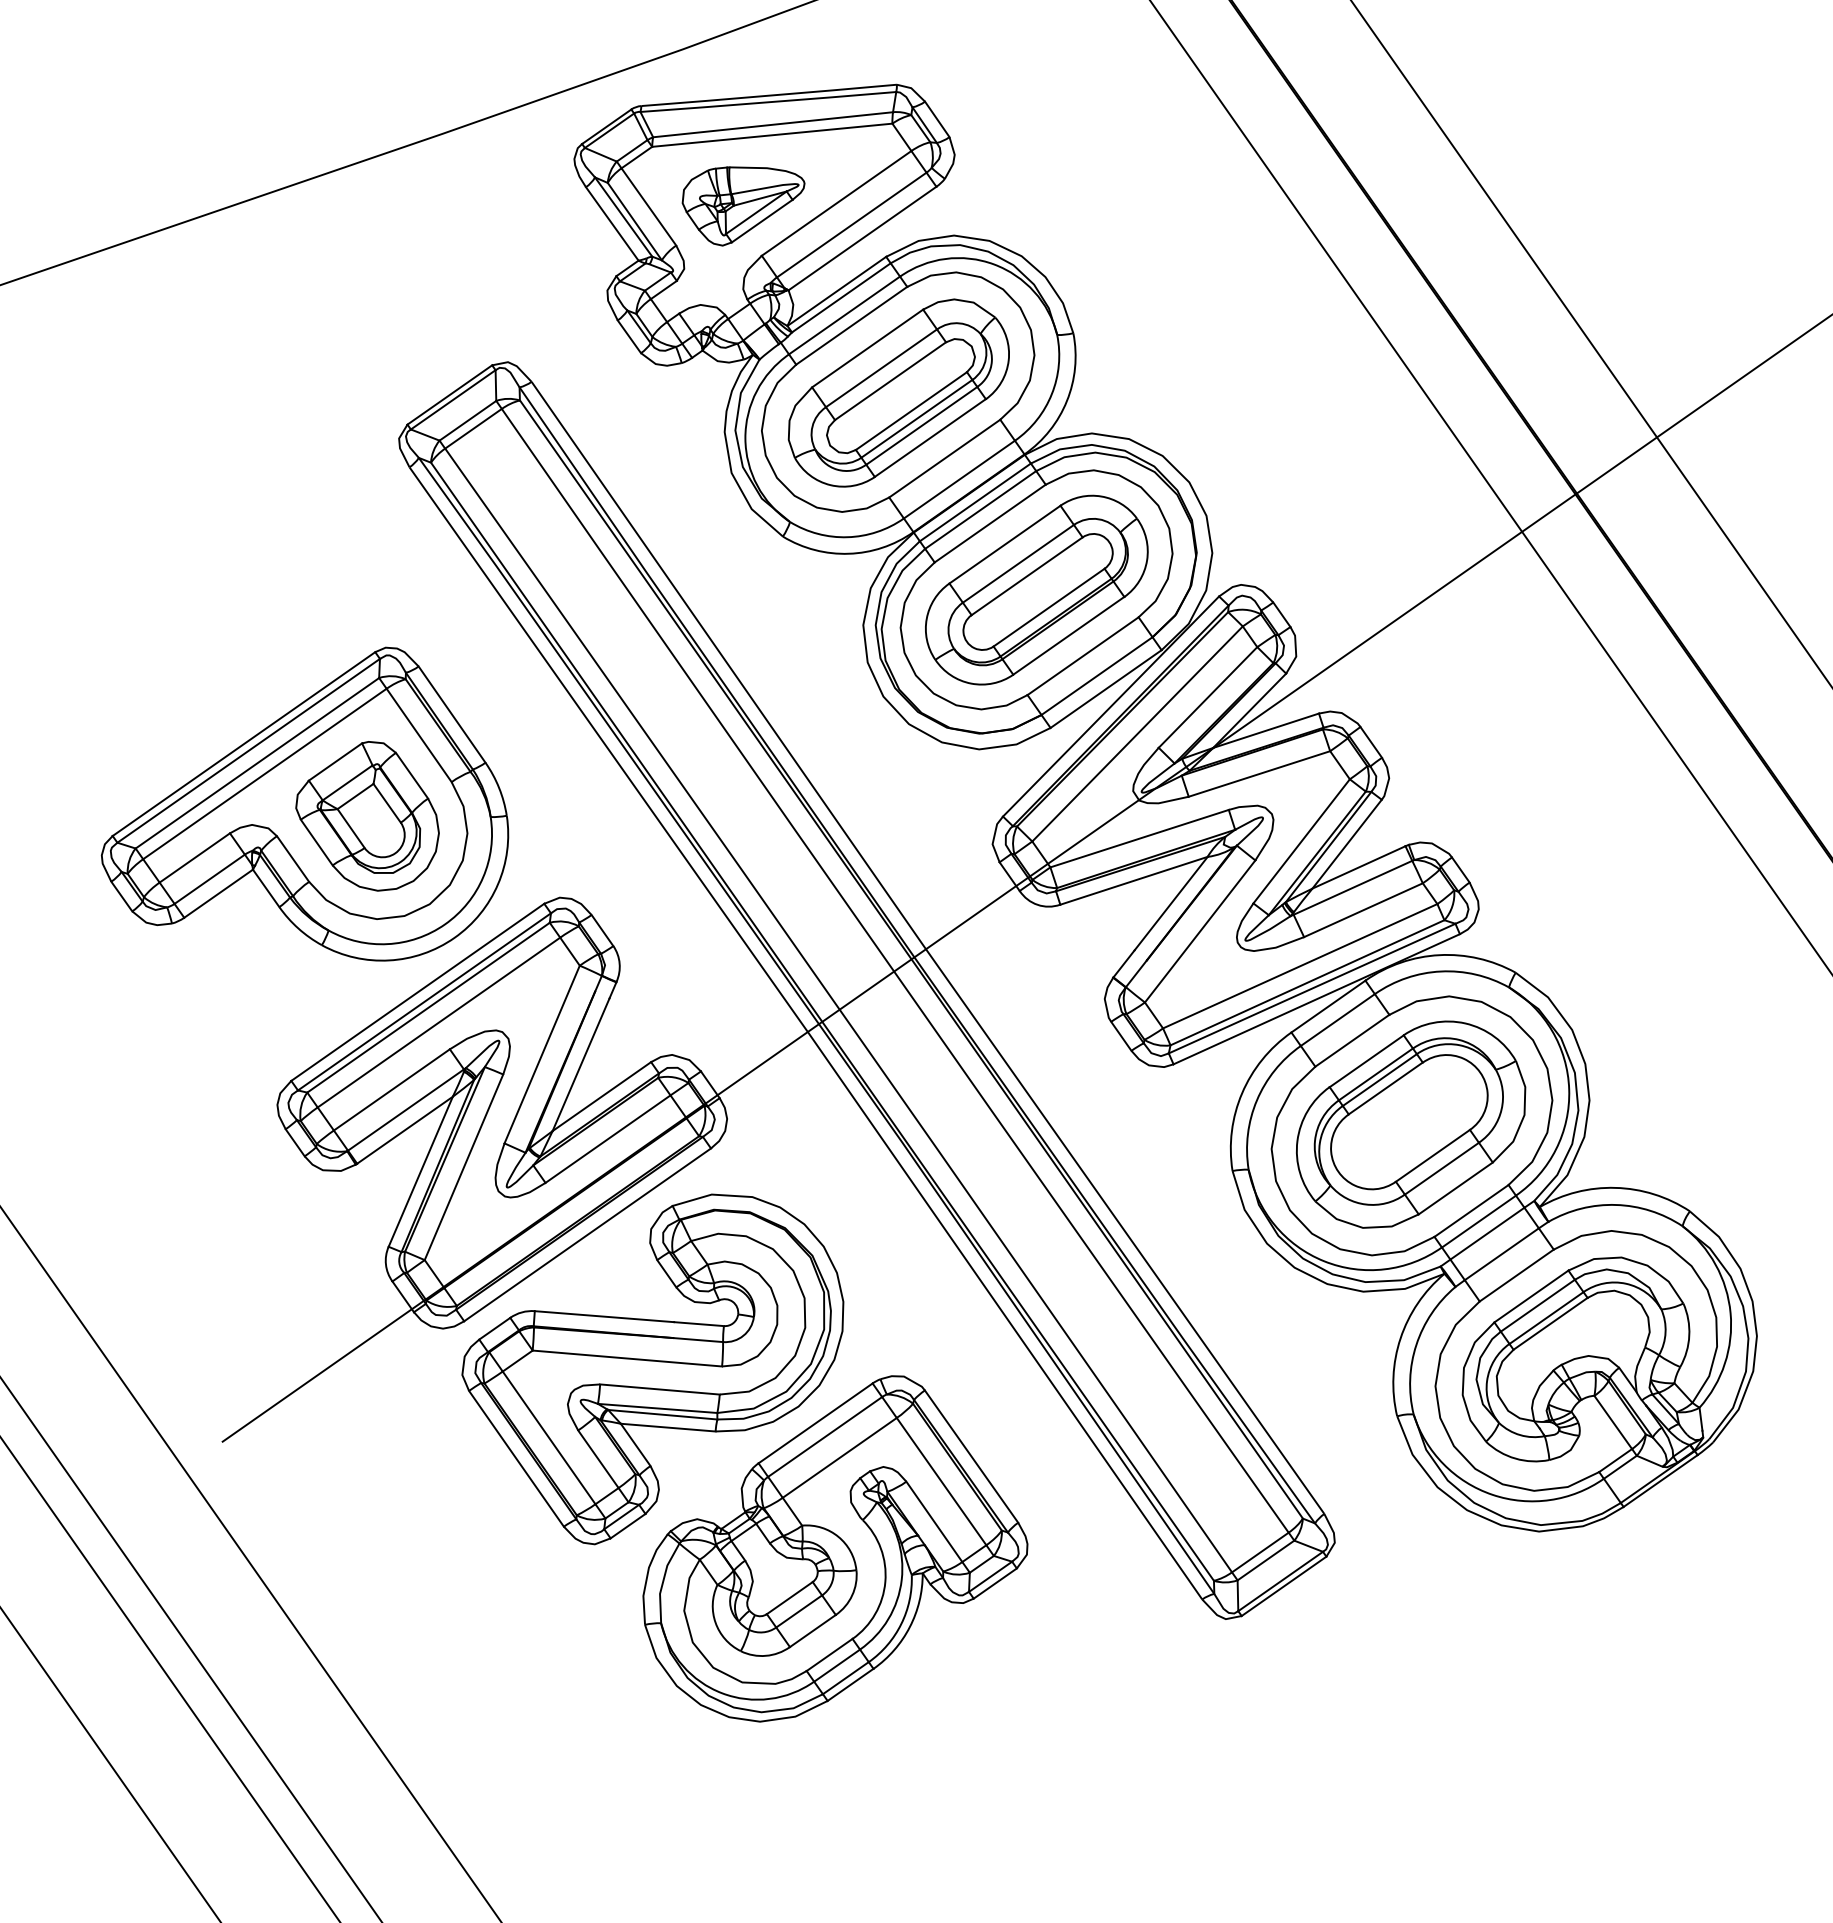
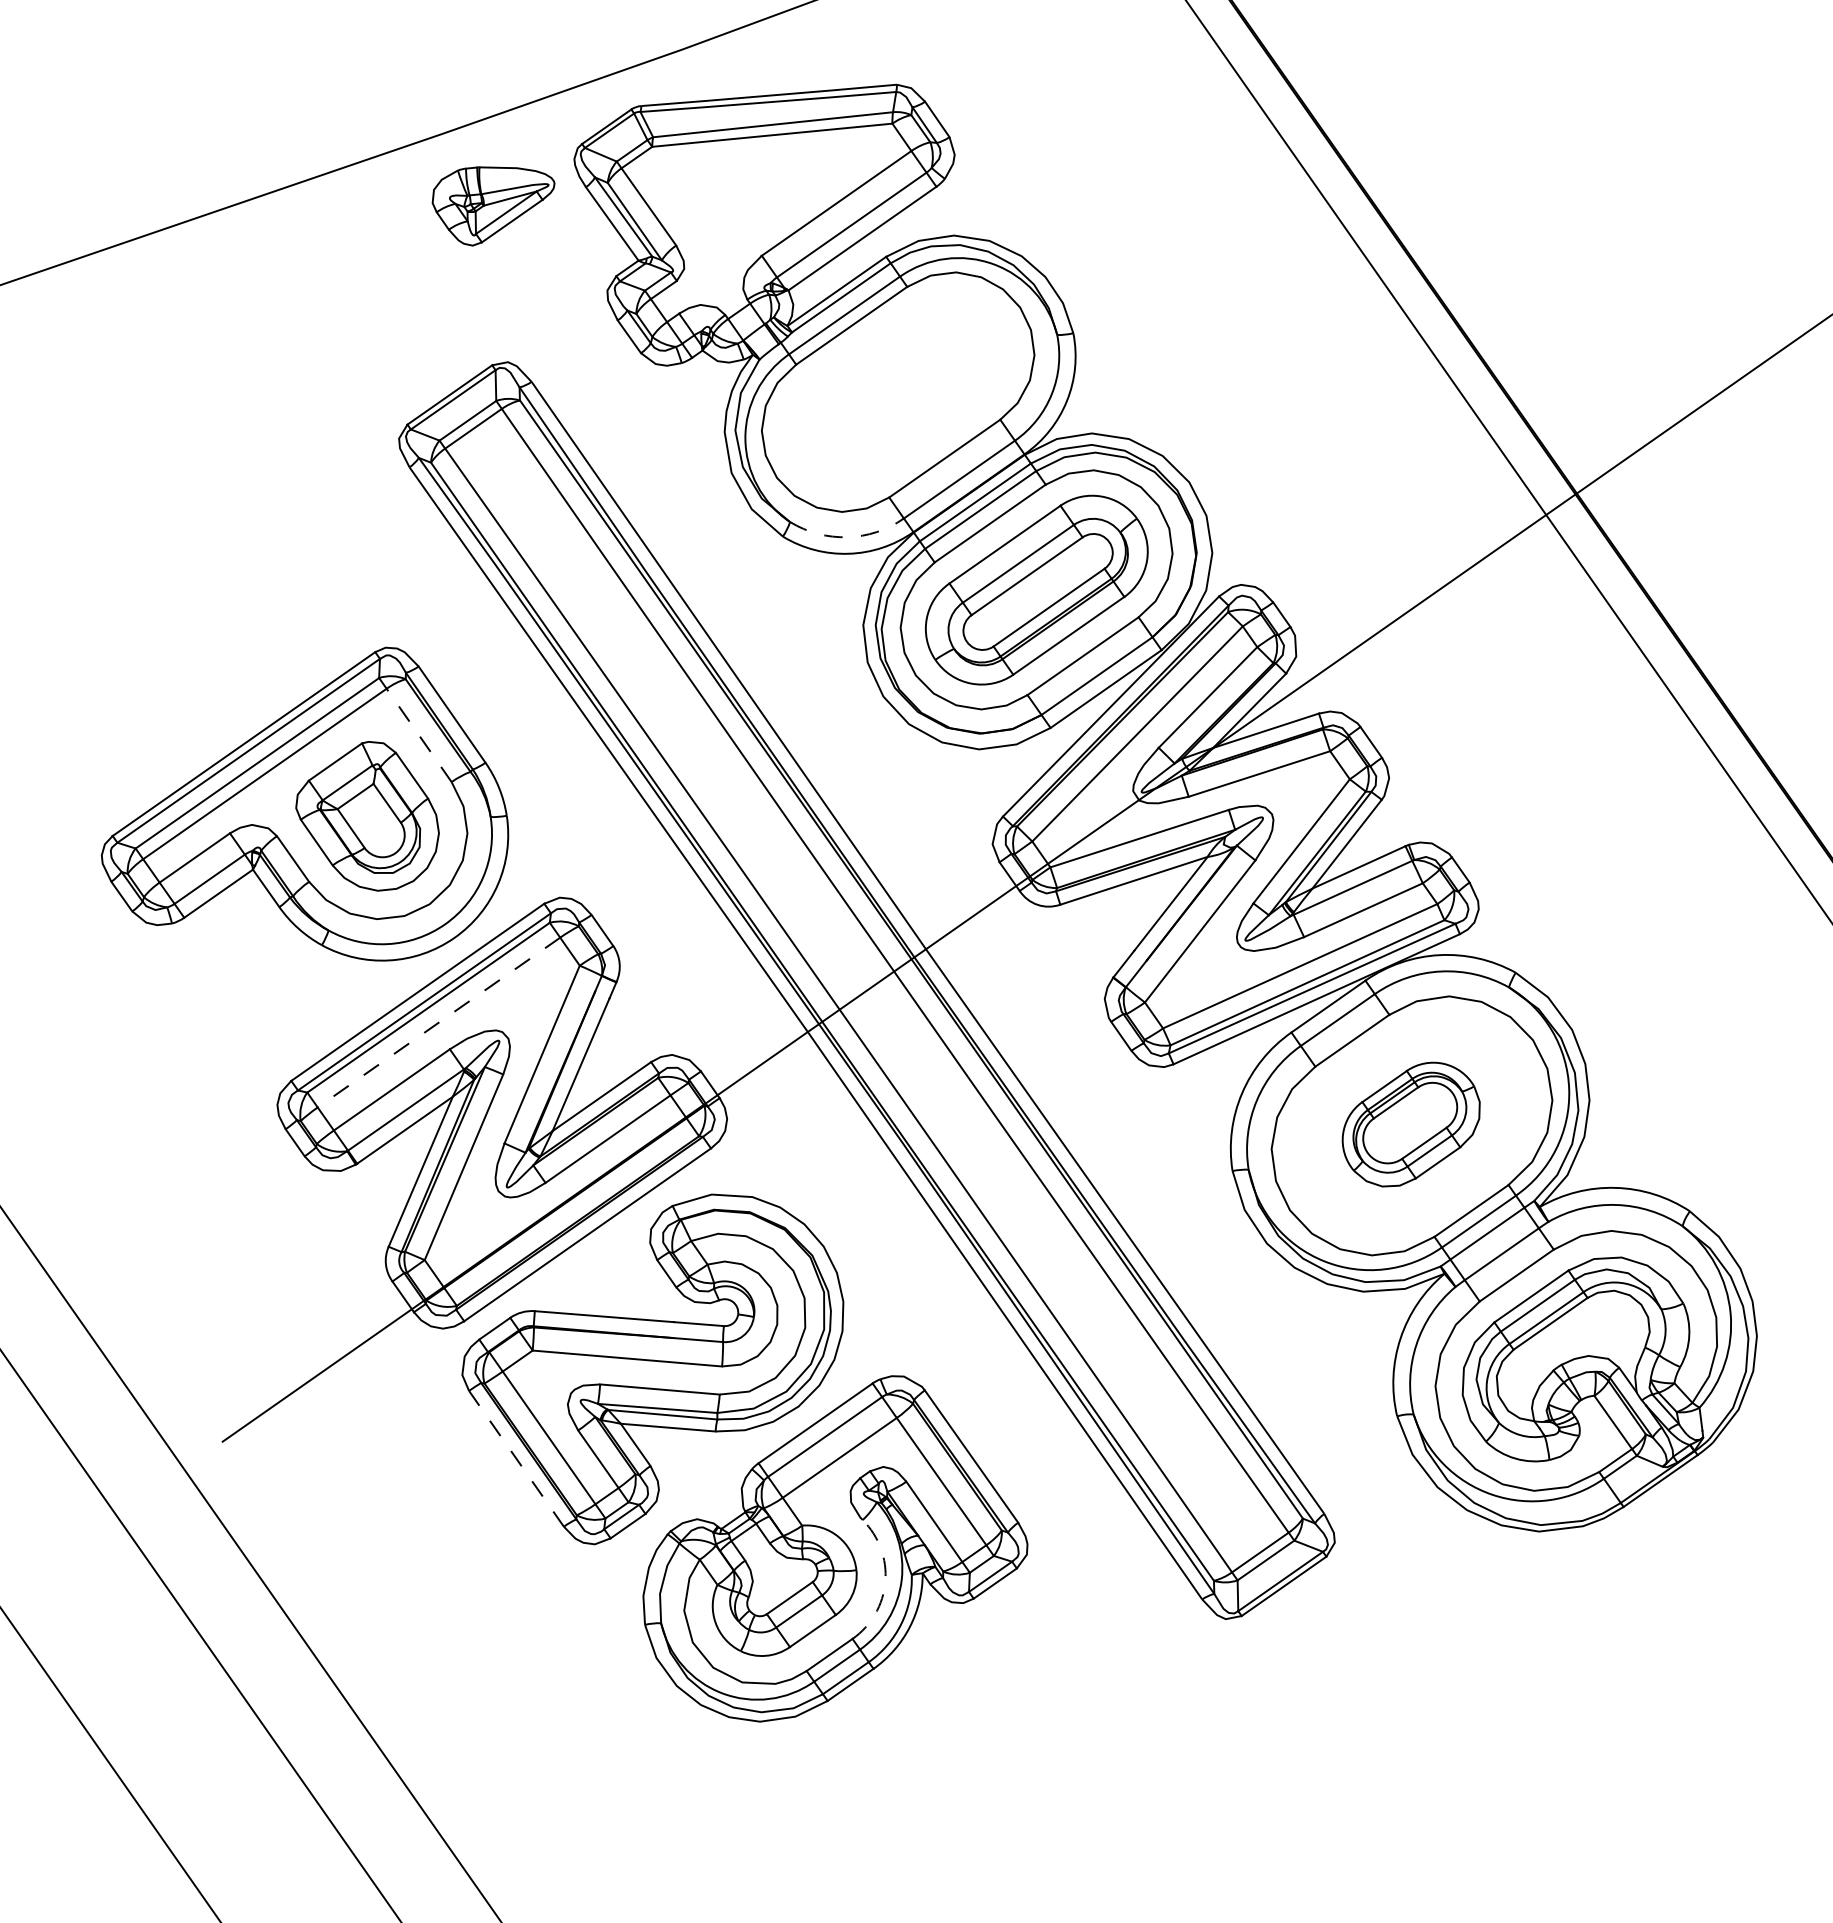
part at (743, 206) position: (743, 206) -> (493, 206)
line at (1590, 342): present -> none
part at (898, 392): present -> none
line at (1490, 486) position: (1490, 486) -> (1508, 460)
arc at (847, 537): solid -> dashed
line at (419, 735): solid -> dashed
line at (438, 1022): solid -> dashed
part at (1411, 1124) size: 231x209 px -> 140x127 px
line at (516, 1458): solid -> dashed
arc at (885, 1581): solid -> dashed
line at (191, 1649) position: (191, 1649) -> (200, 1635)
line at (170, 1679): present -> none
